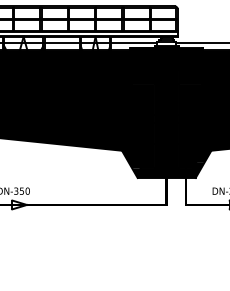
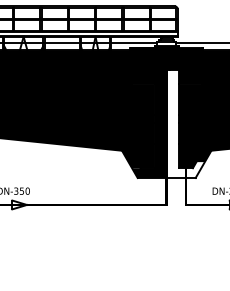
fill at (185, 123): present -> none
